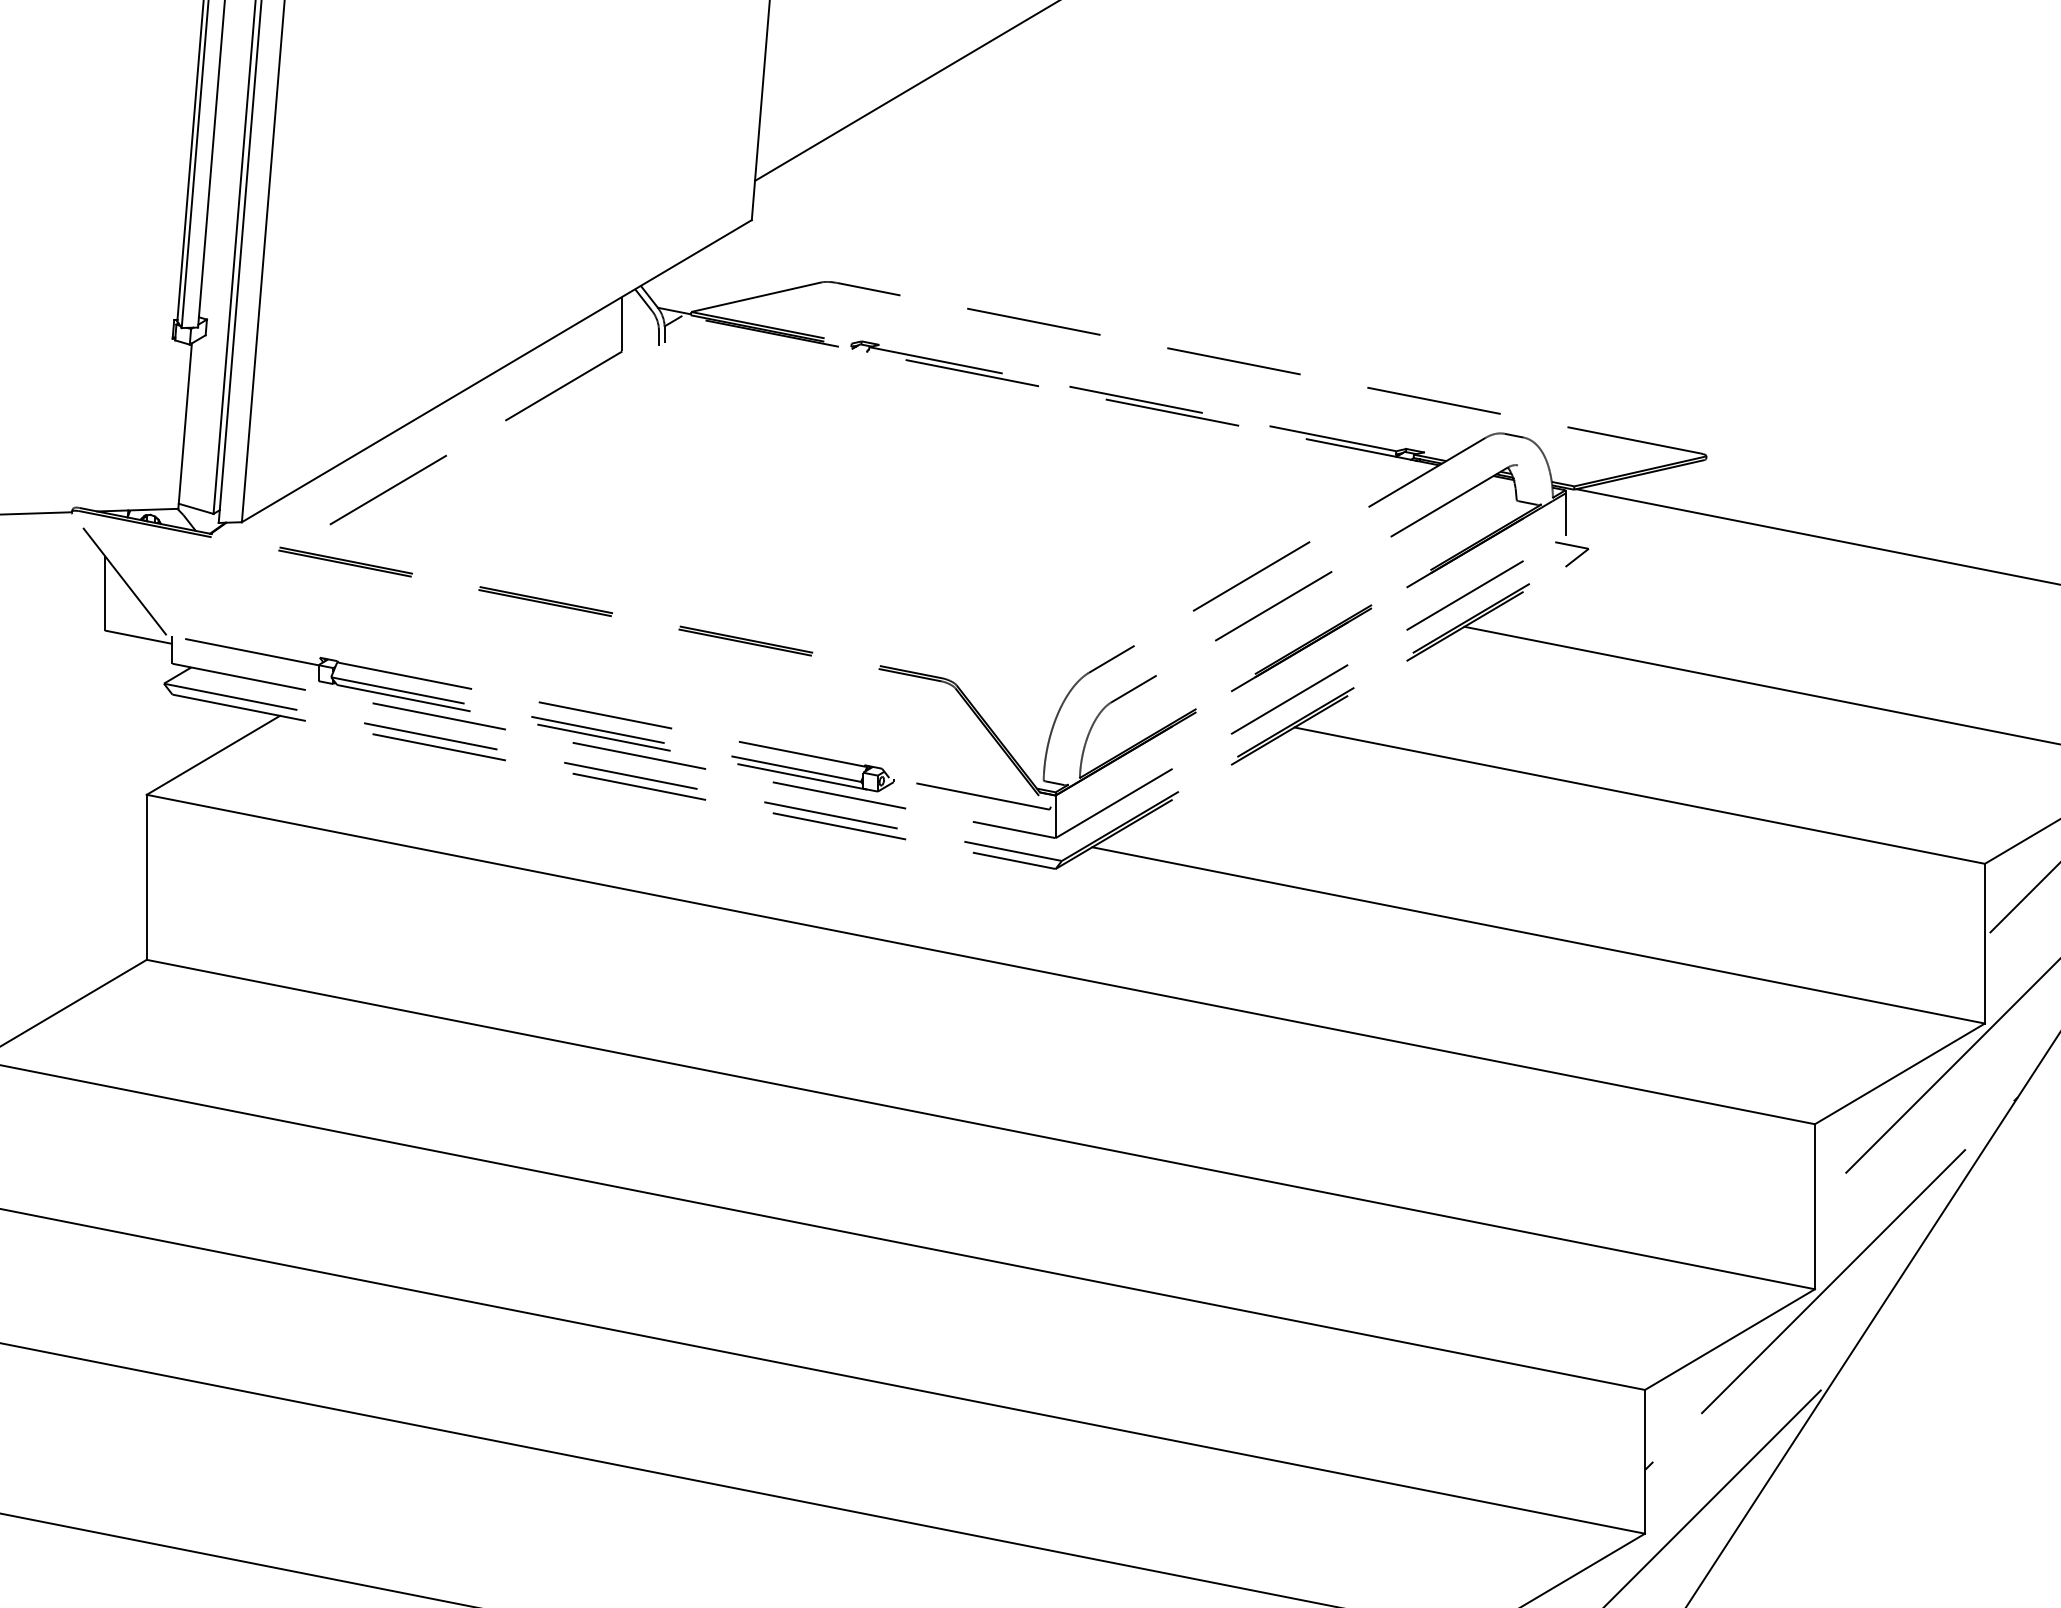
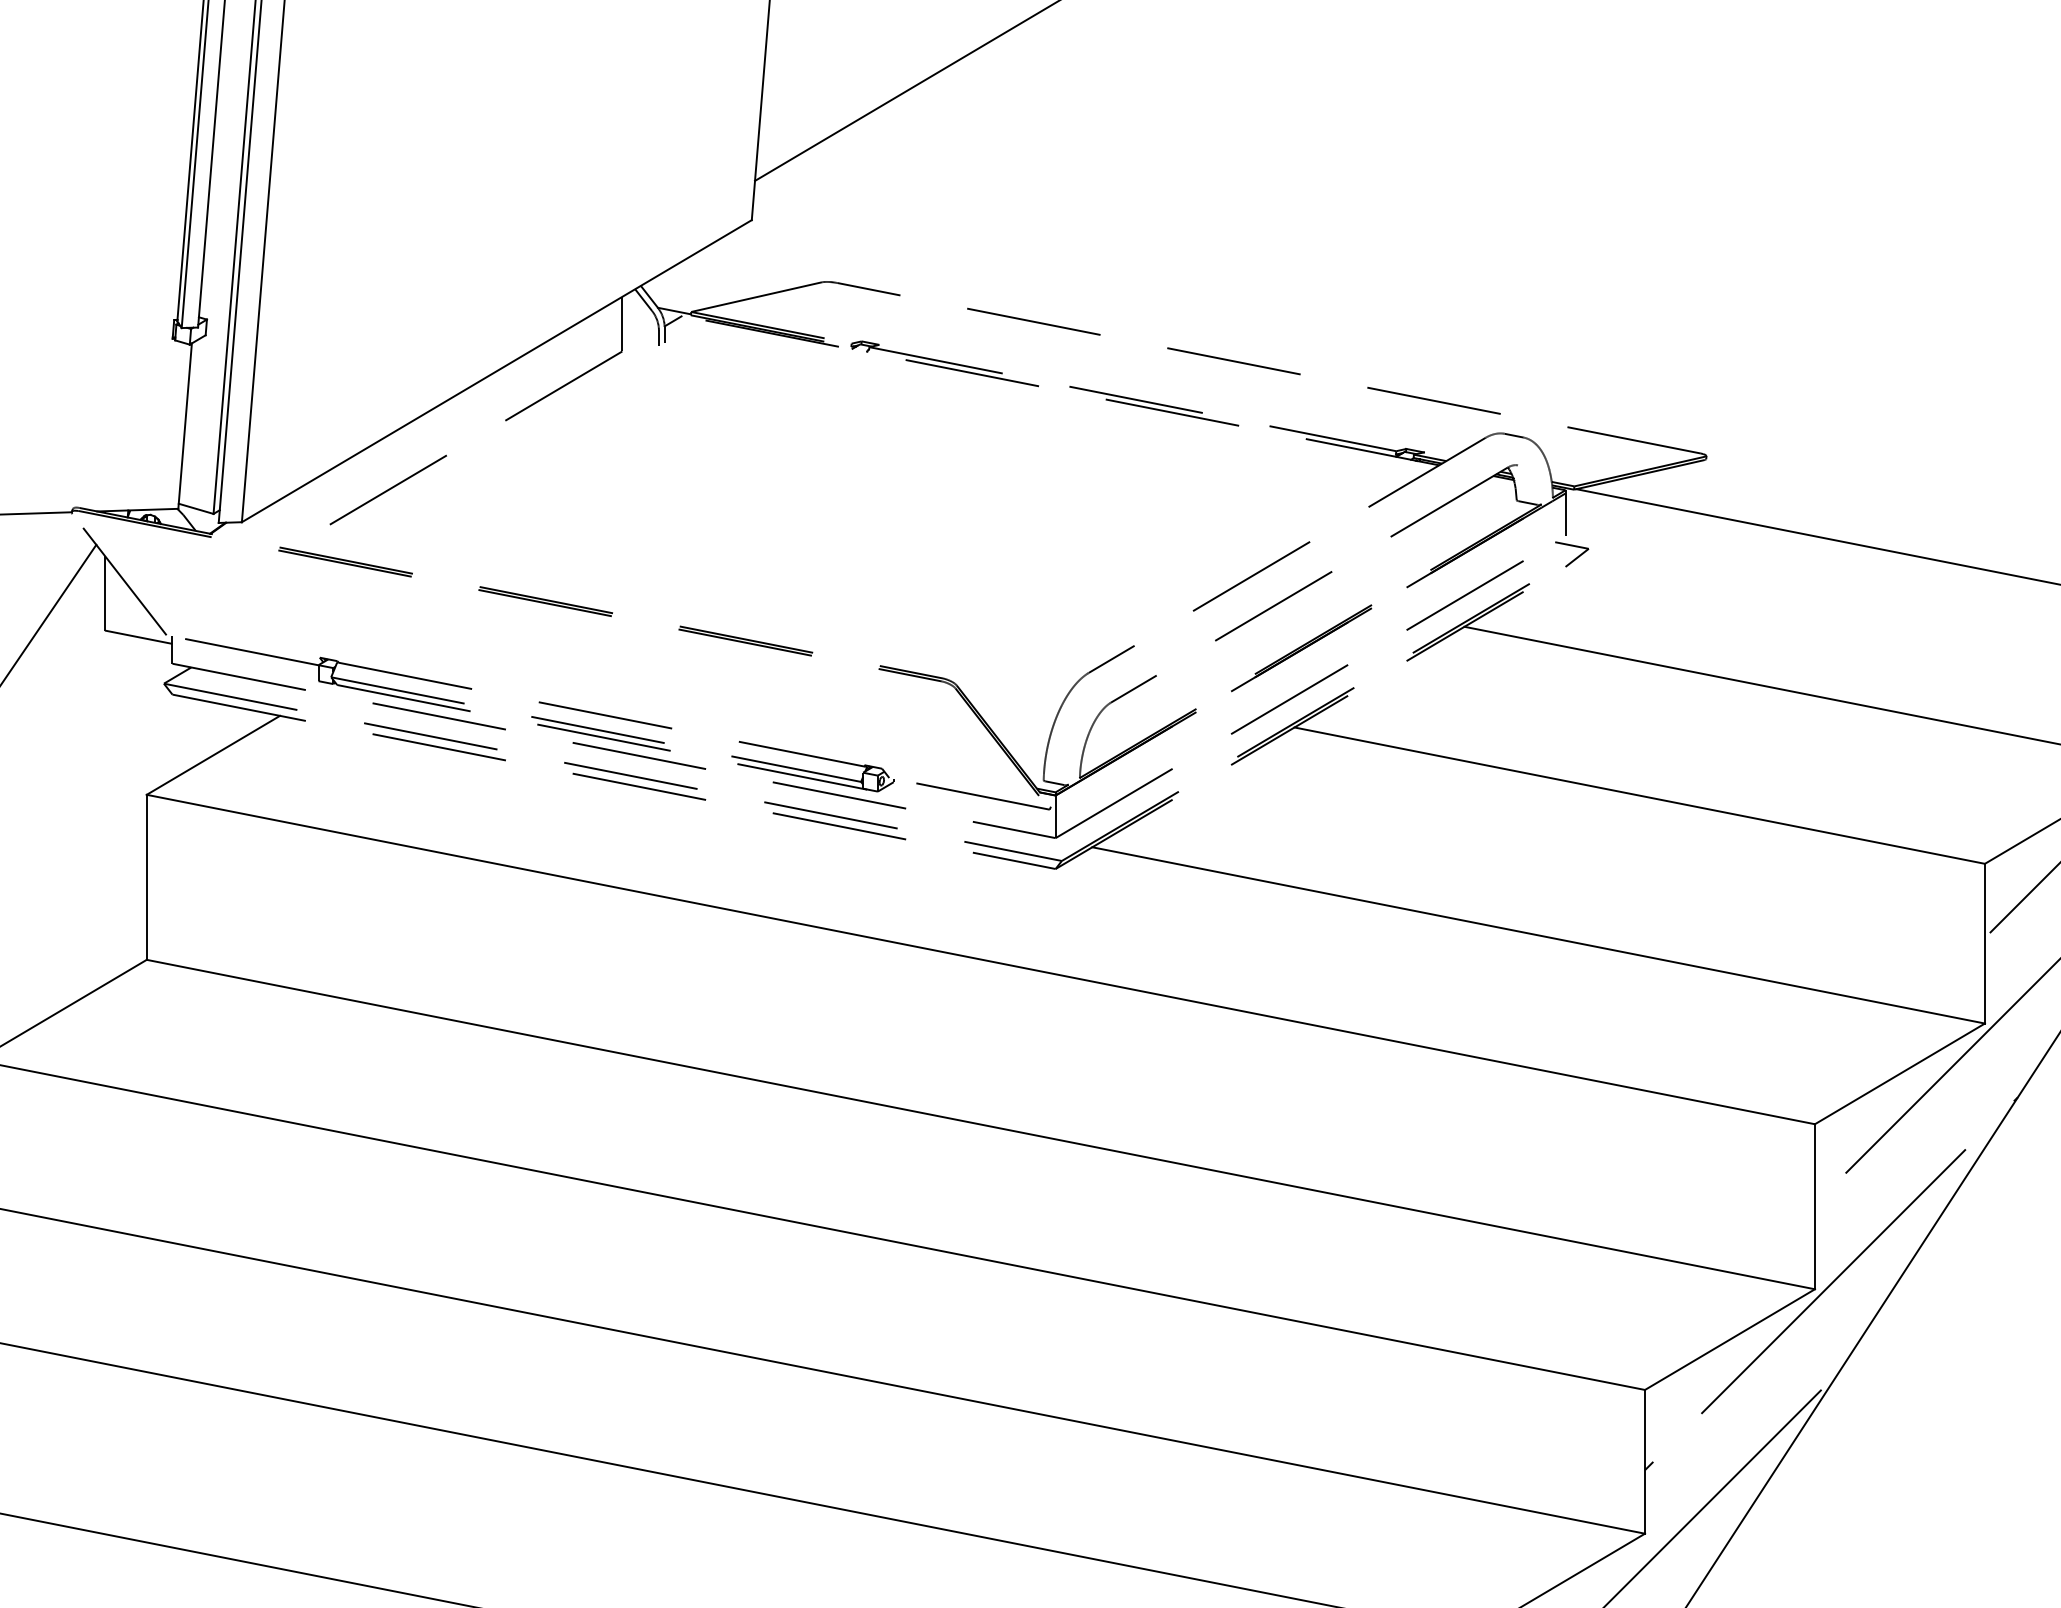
line at (49, 613): none -> present
